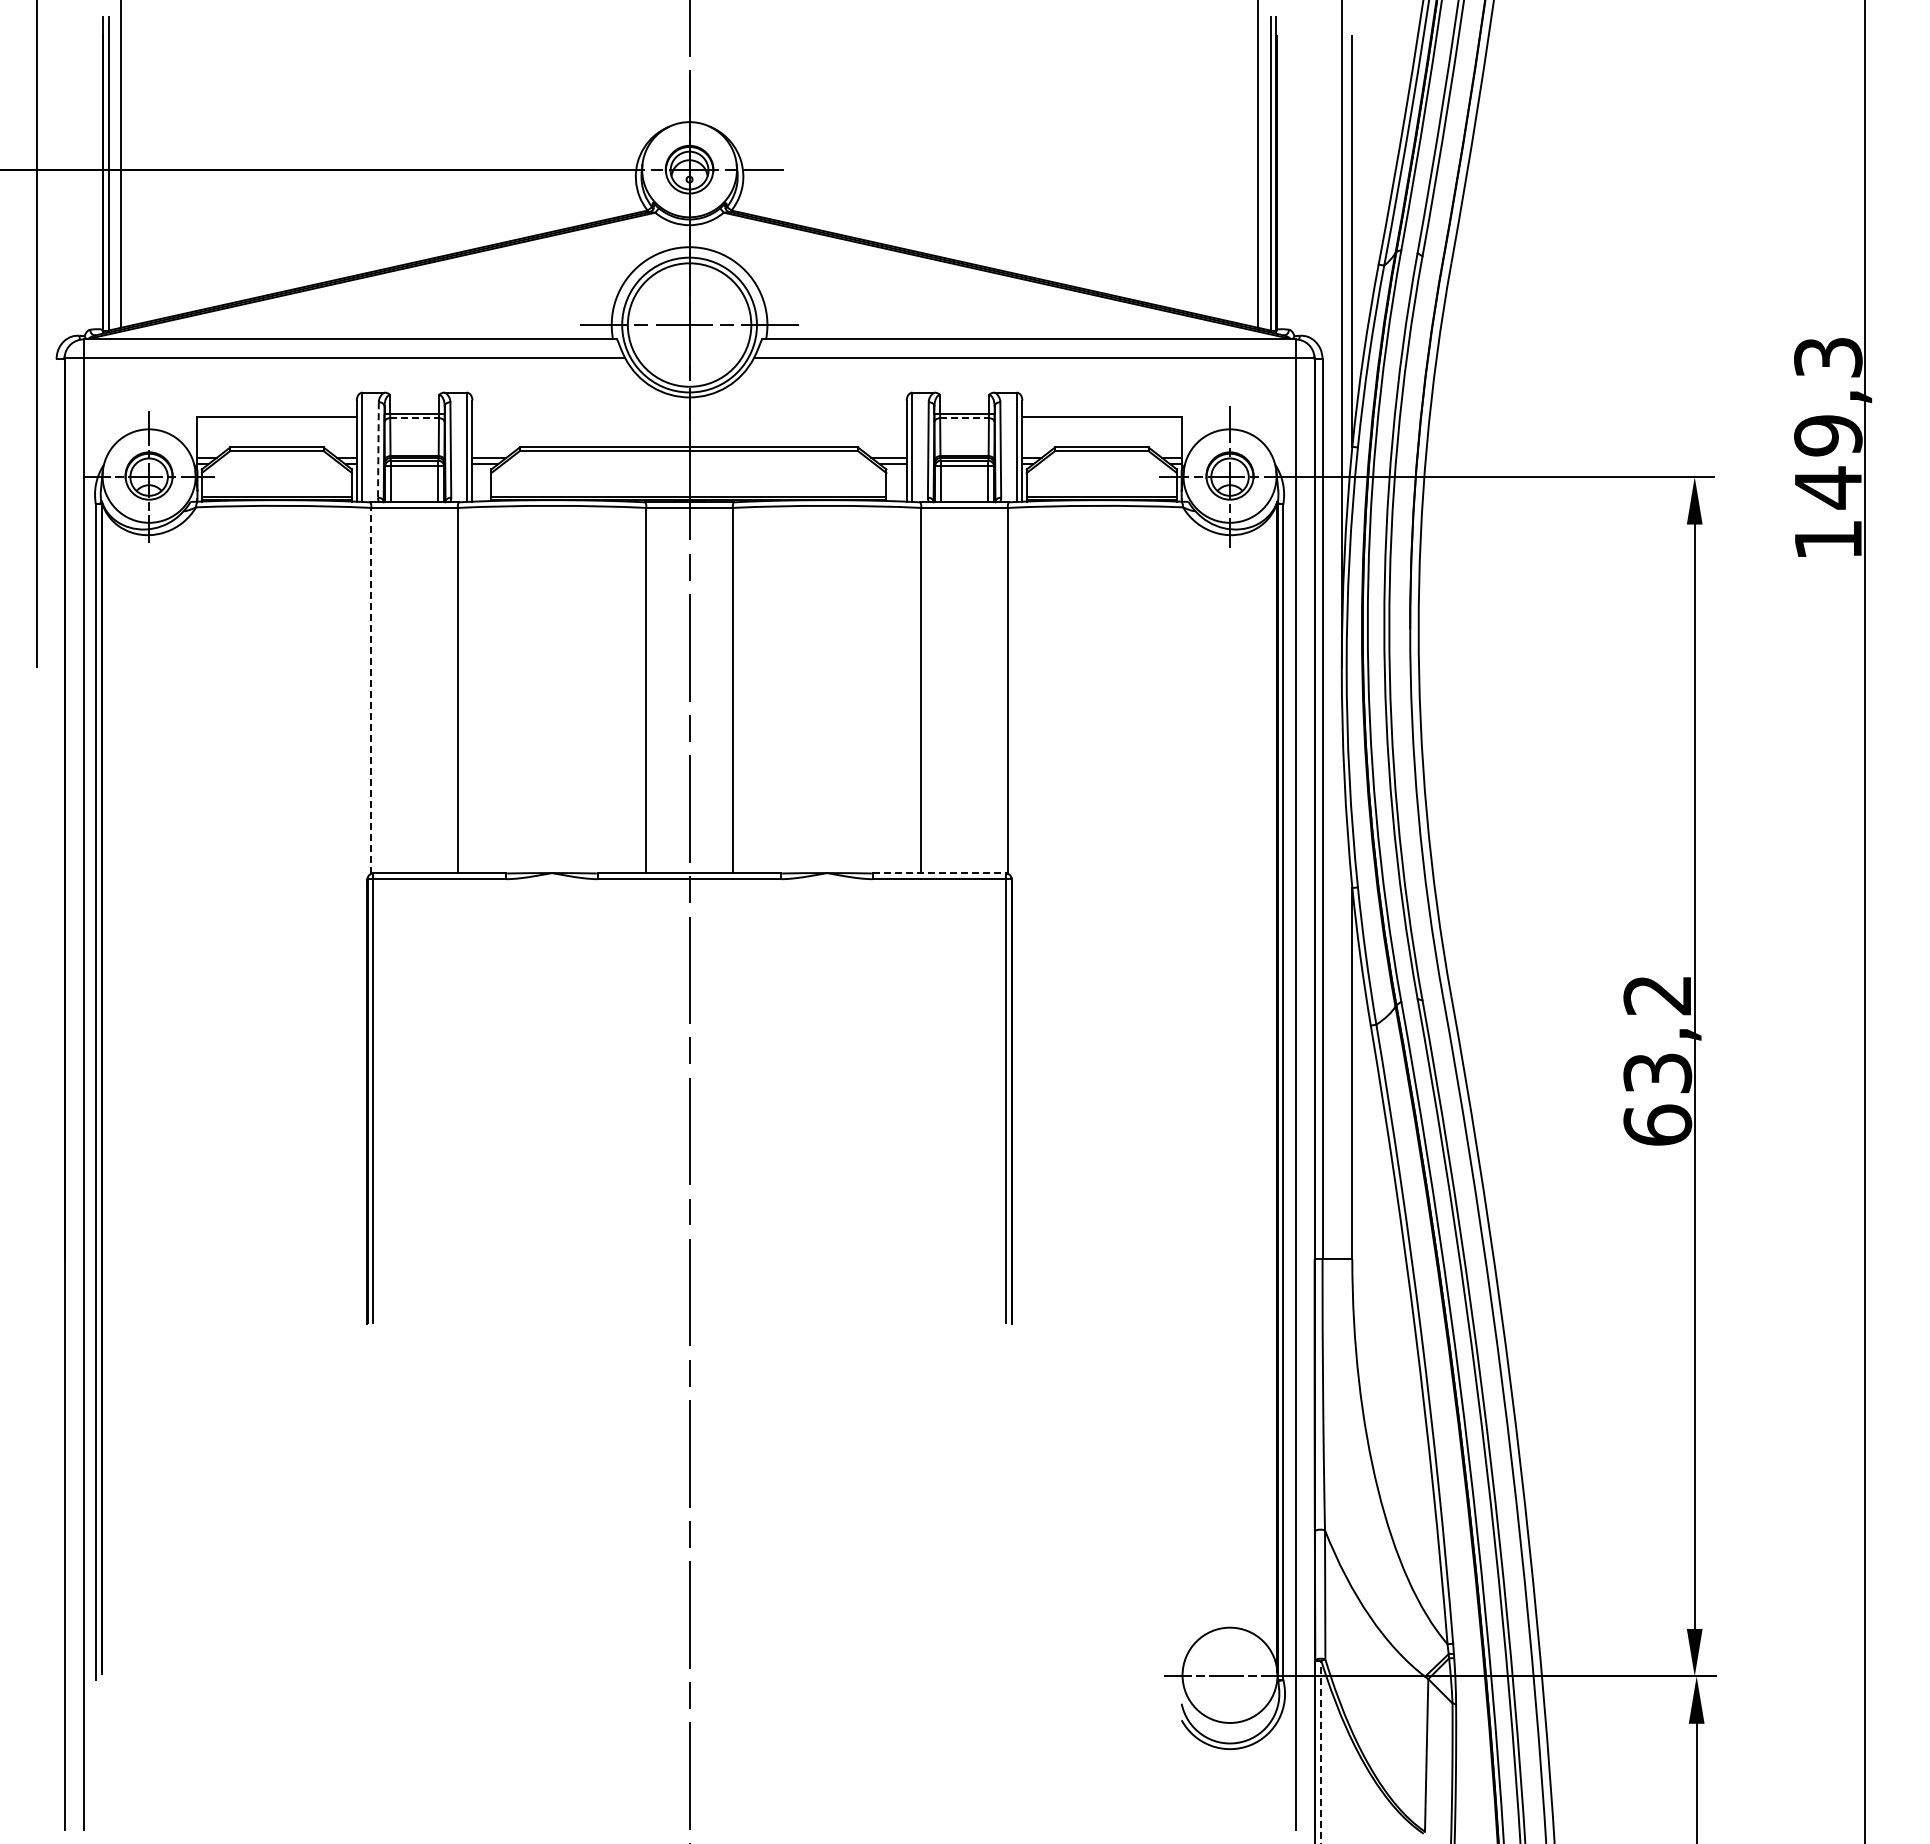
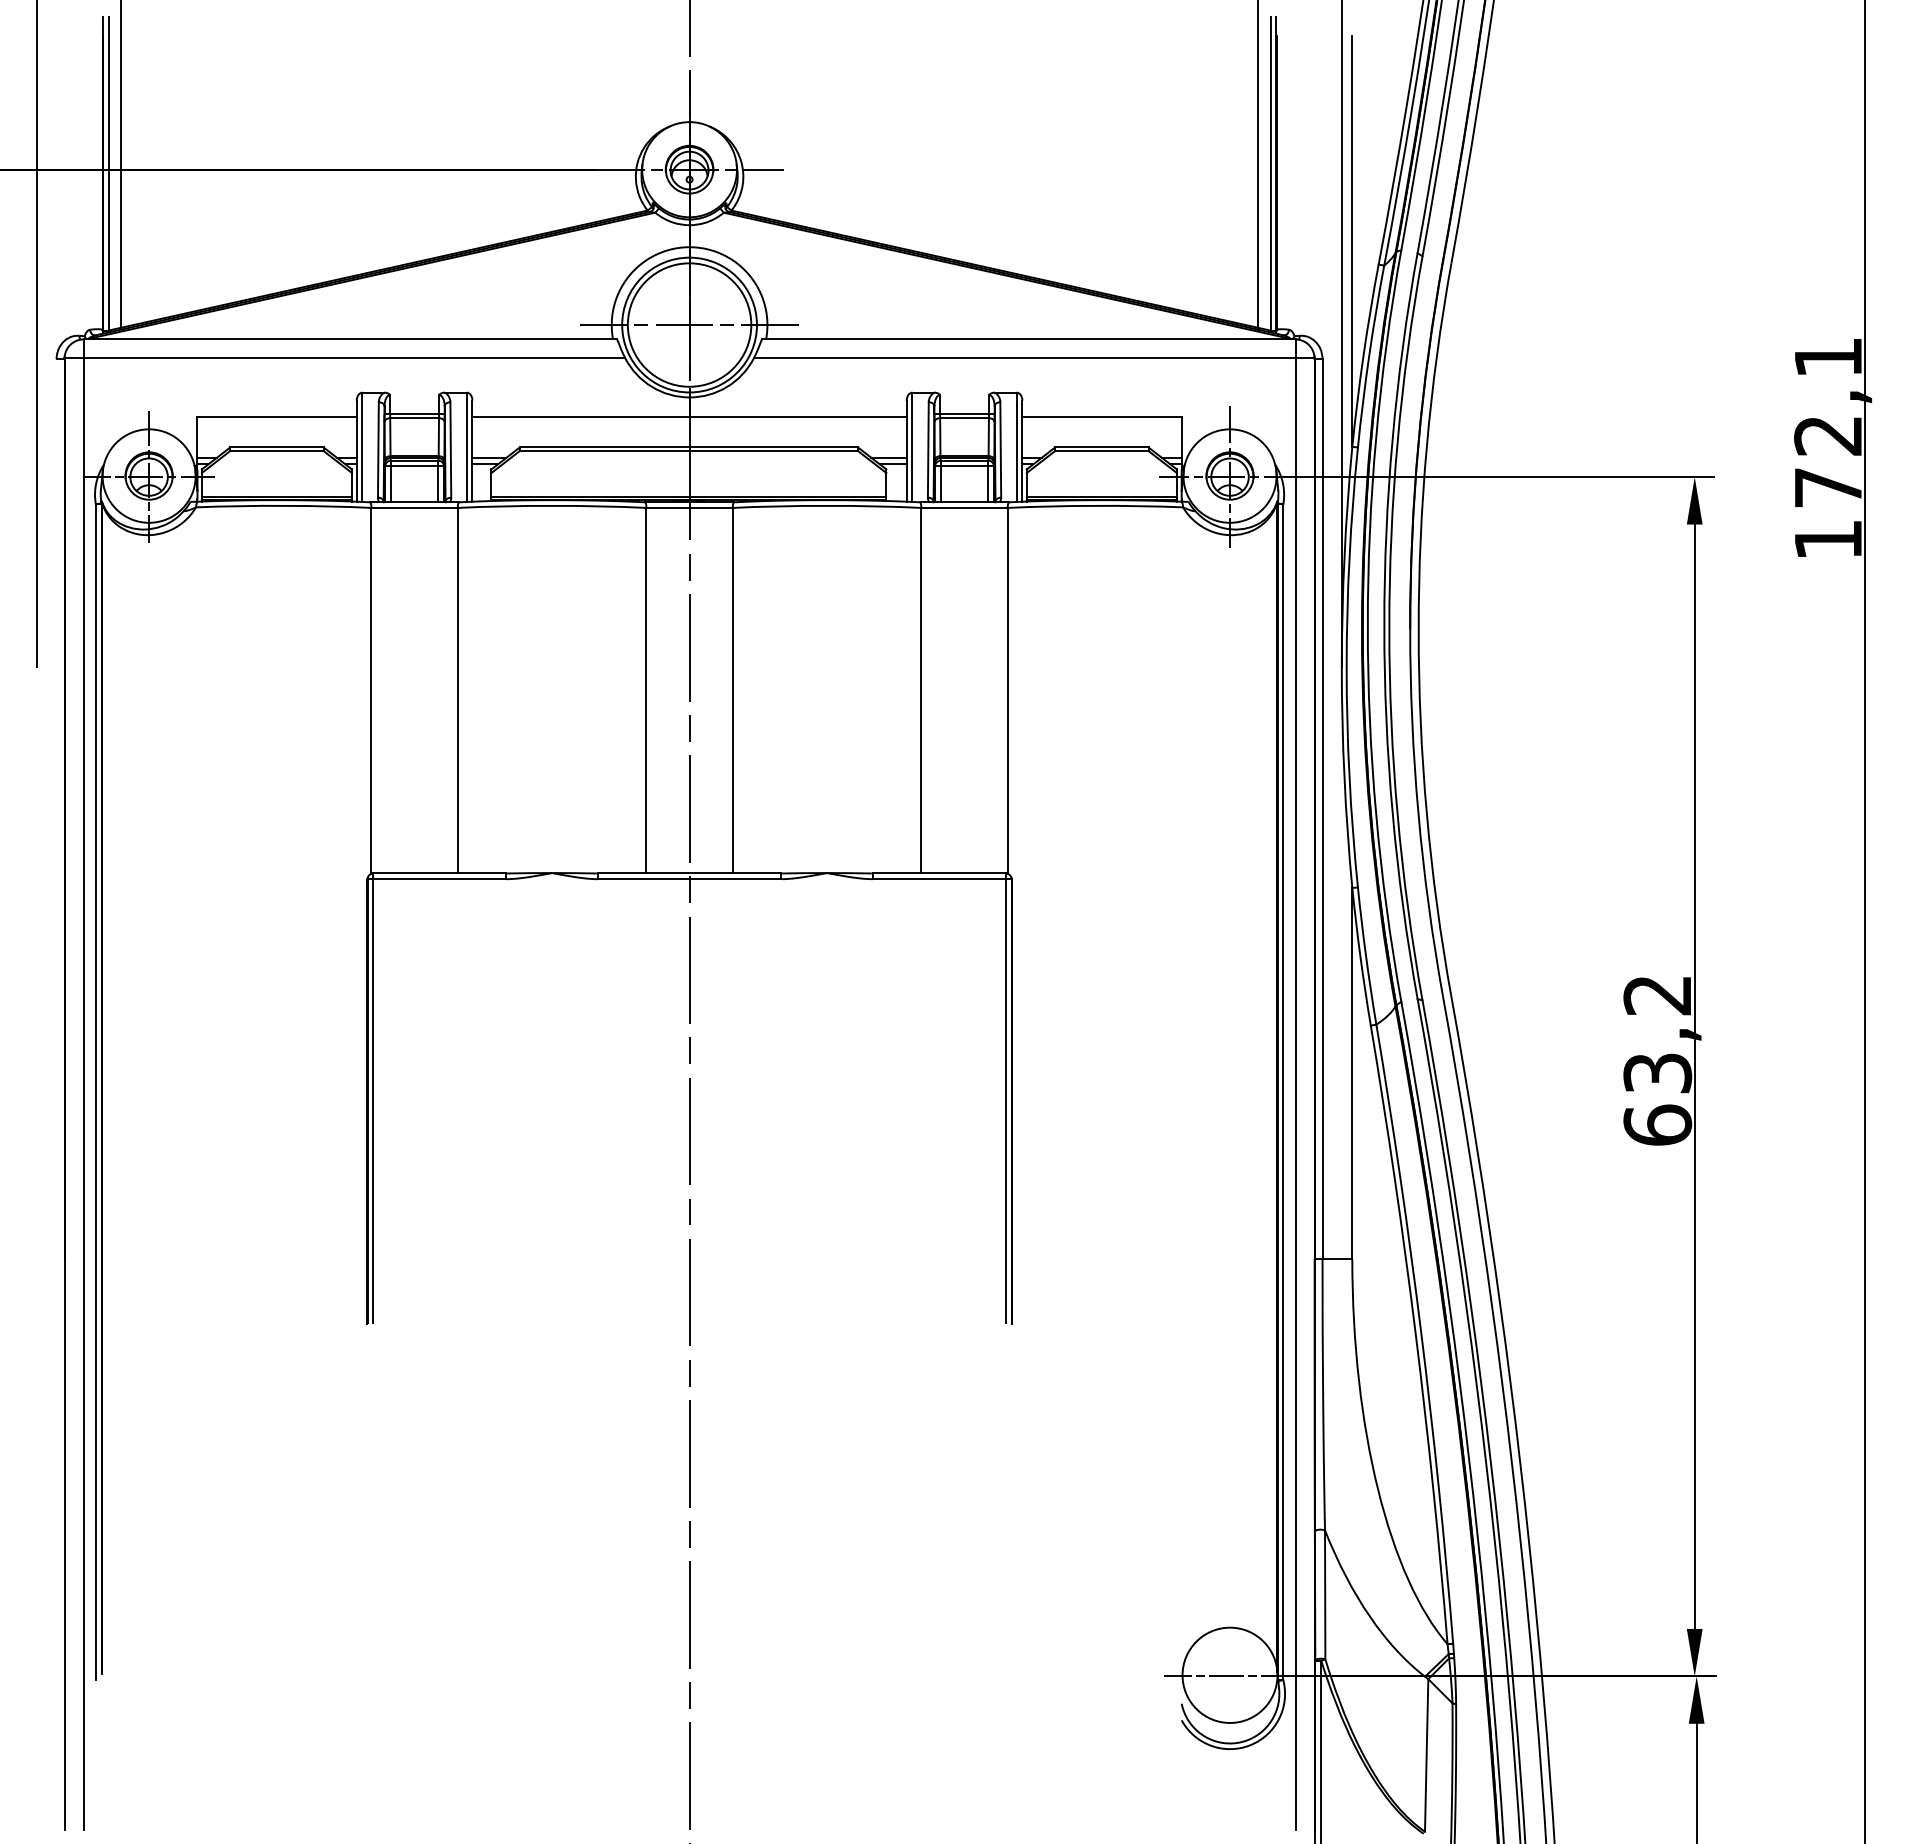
line at (689, 416): none -> present
line at (415, 418): dashed -> solid
line at (965, 418): dashed -> solid
text at (1828, 423): 149,3 -> 172,1
line at (378, 449): dashed -> solid
line at (371, 690): dashed -> solid
line at (939, 873): dashed -> solid
line at (1321, 1752): dashed -> solid
